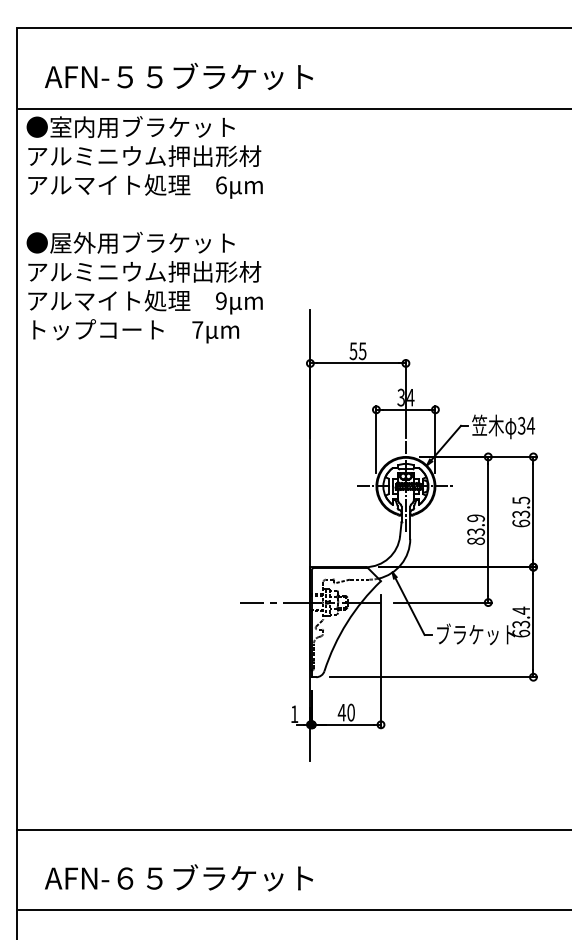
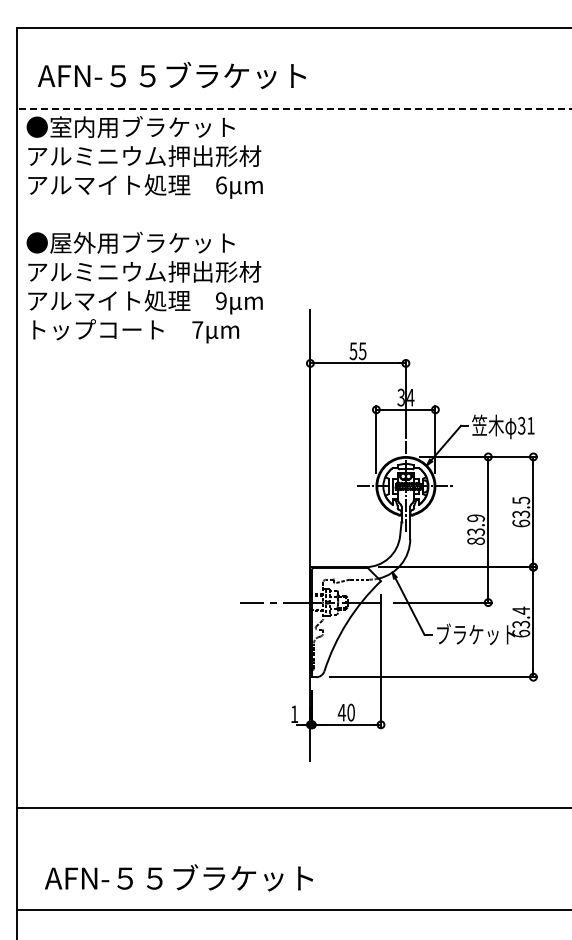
text at (178, 76) position: (178, 76) -> (171, 75)
line at (295, 108): solid -> dashed
text at (530, 425): 34 -> 31
line at (292, 829) position: (292, 829) -> (292, 807)
text at (125, 878): AFN-６５ブラケット -> AFN-５５ブラケット
